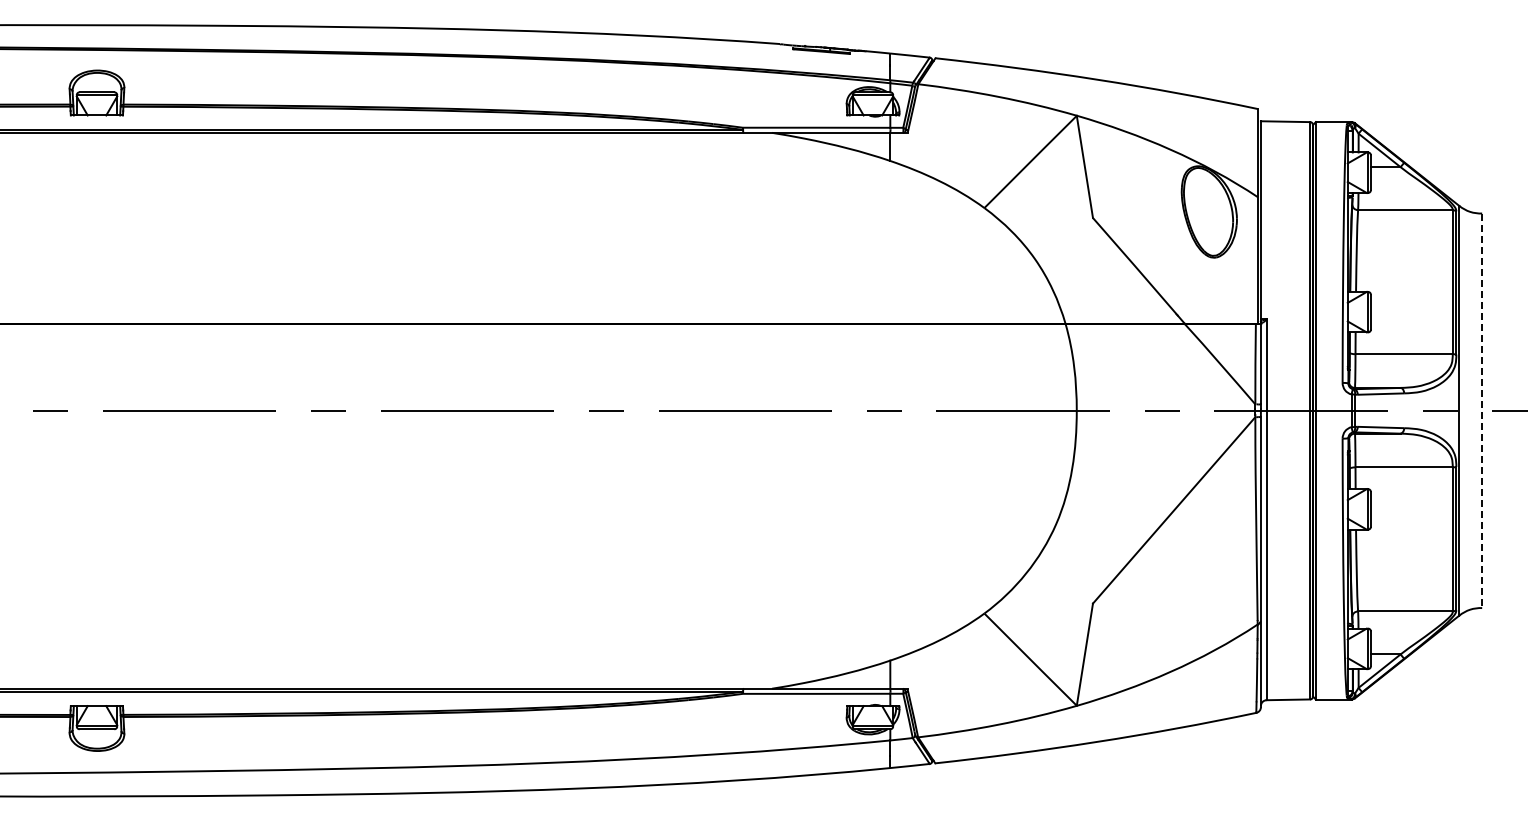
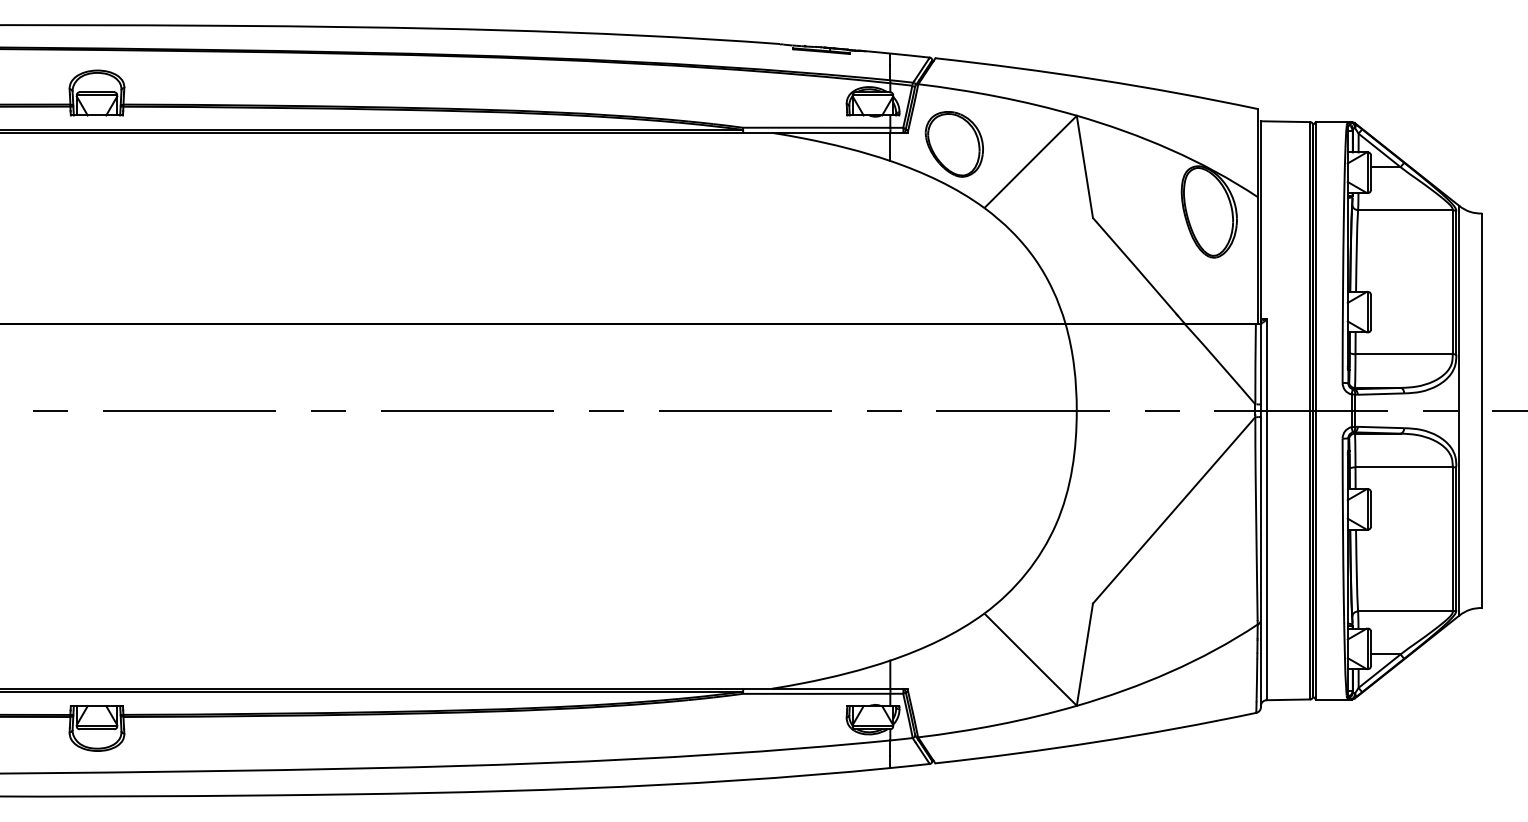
part at (953, 144): none -> present
line at (1482, 411): dashed -> solid
